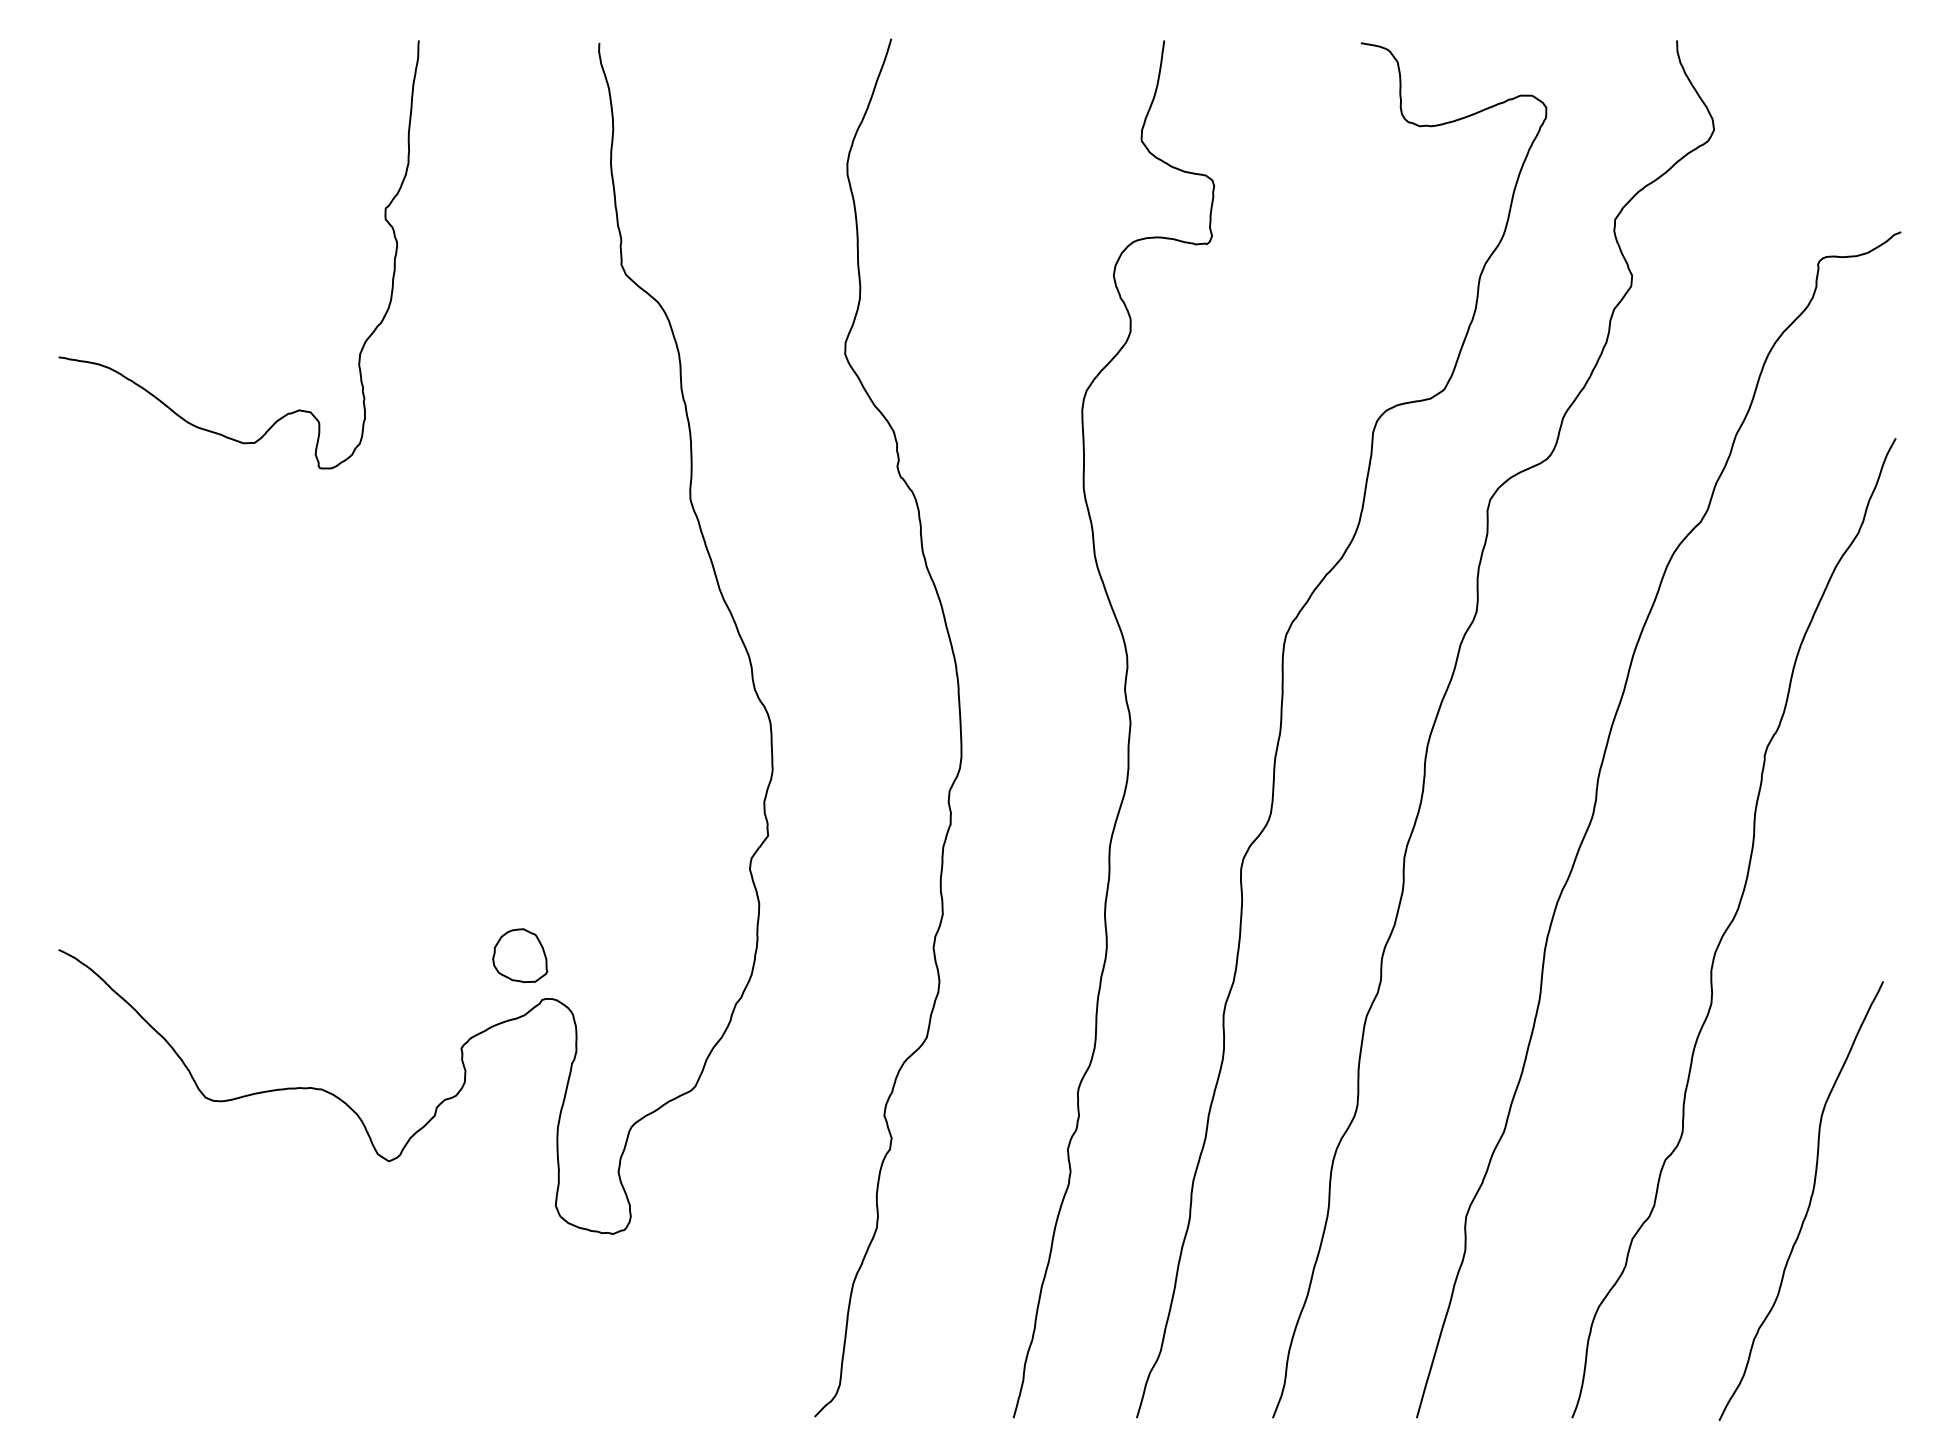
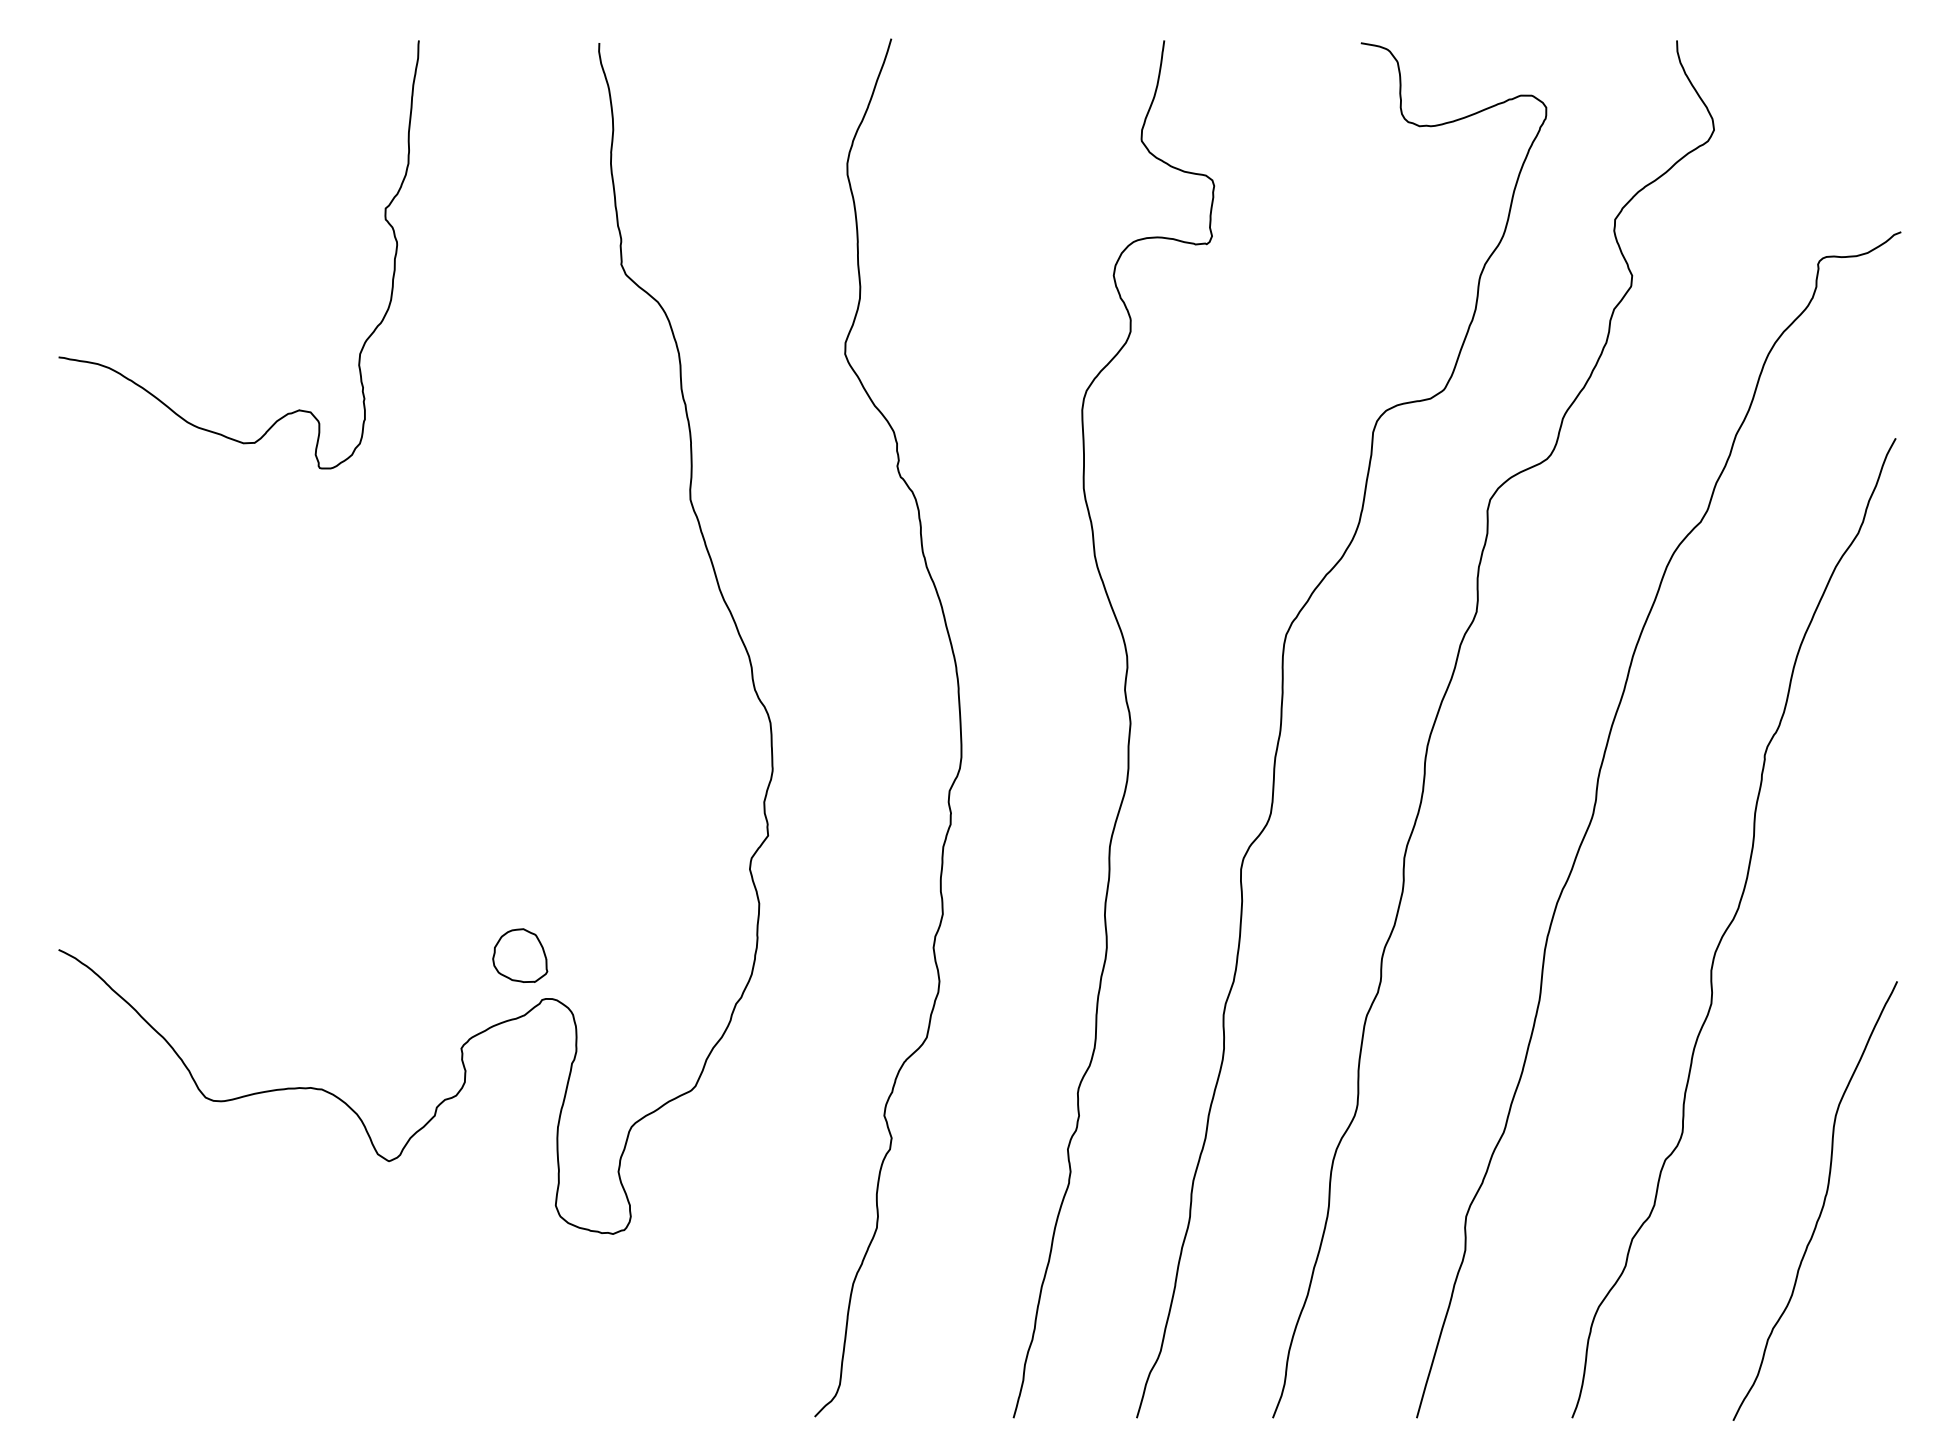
curve at (1808, 1204) position: (1808, 1204) -> (1822, 1204)
